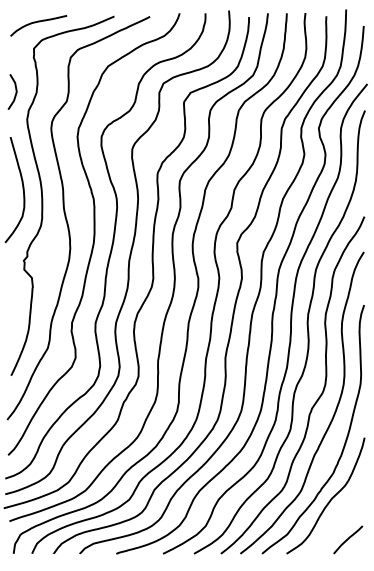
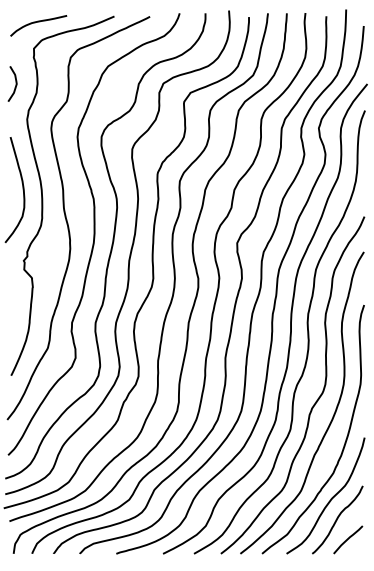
curve at (15, 91) position: (15, 91) -> (15, 83)
curve at (337, 519): none -> present
